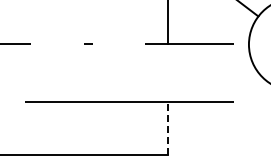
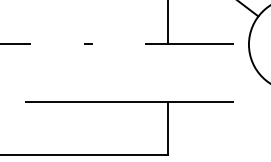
line at (168, 127): dashed -> solid
